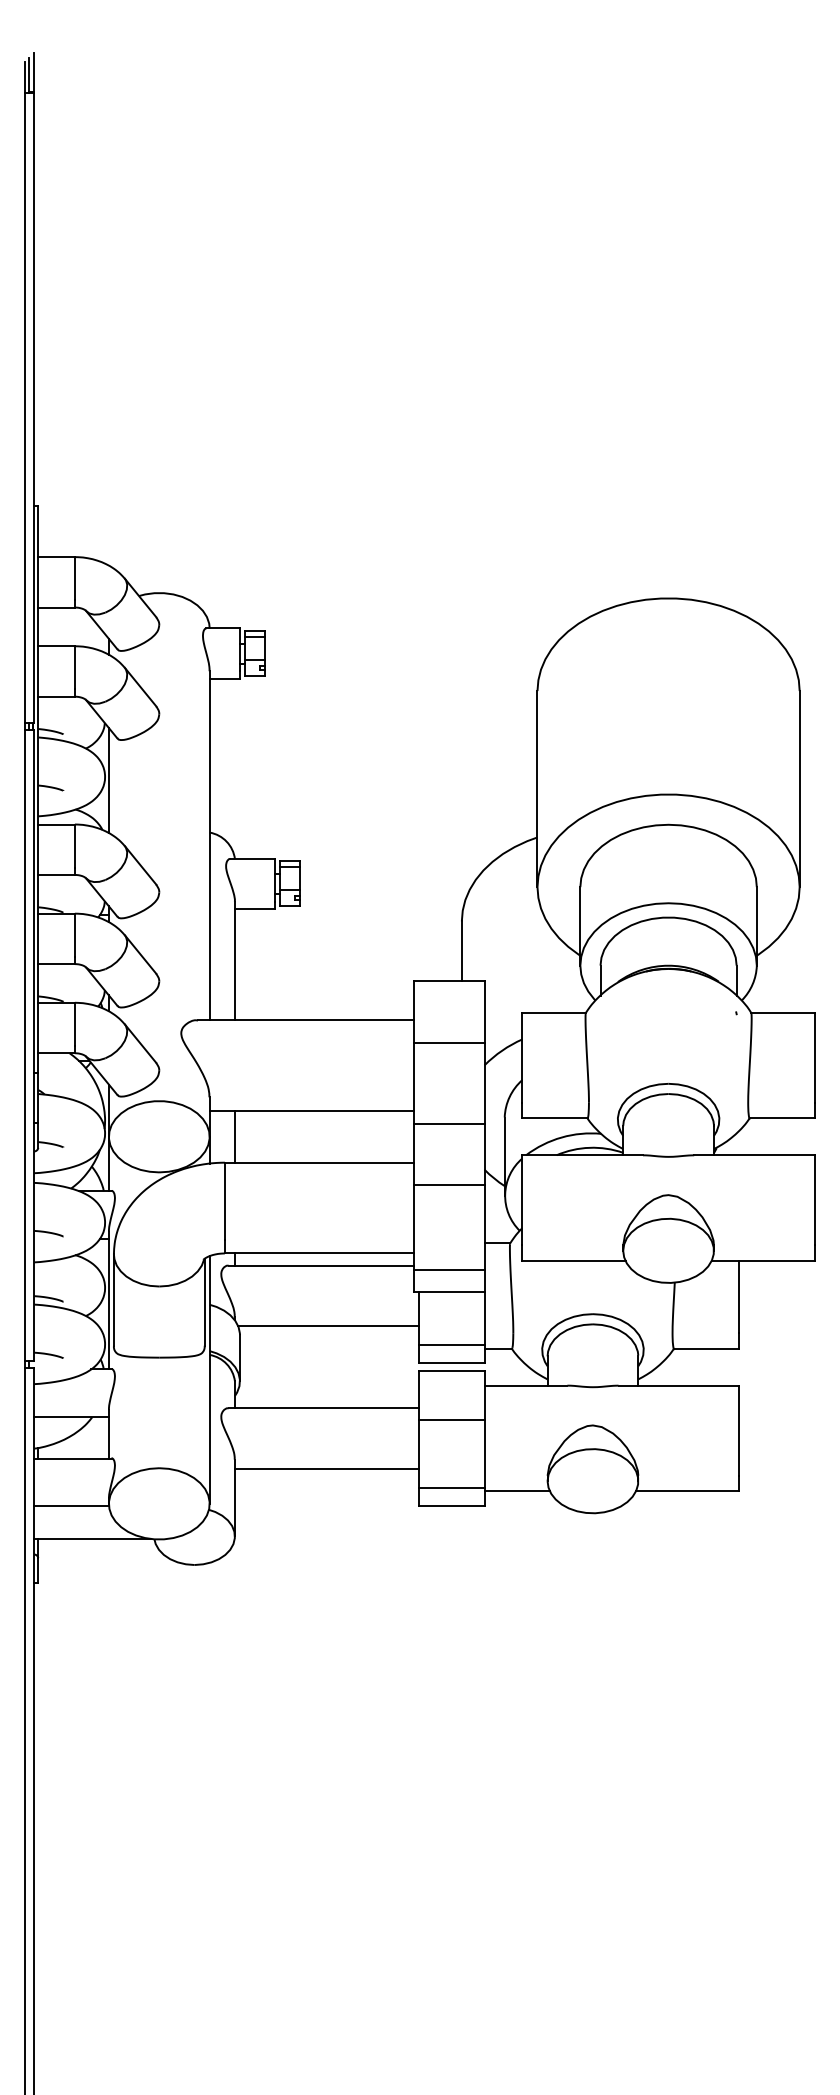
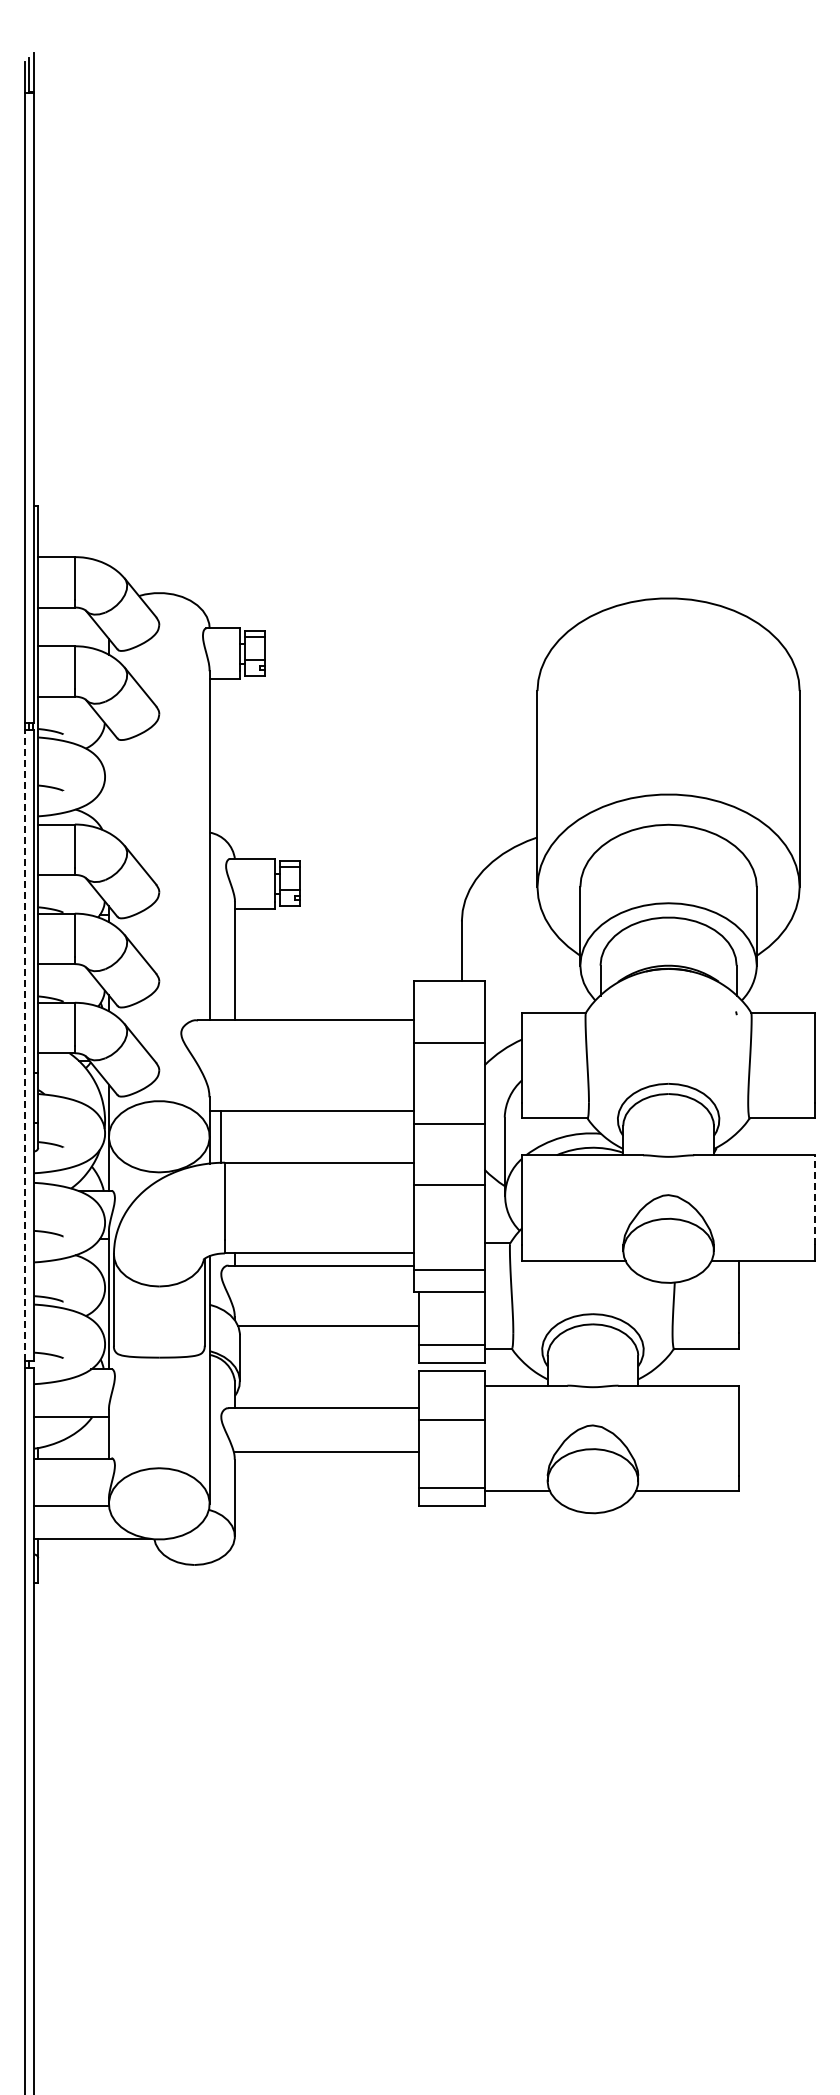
line at (108, 780): present -> none
line at (25, 1045): solid -> dashed
line at (234, 1136) position: (234, 1136) -> (220, 1136)
line at (814, 1199): solid -> dashed
line at (326, 1468) position: (326, 1468) -> (326, 1451)
